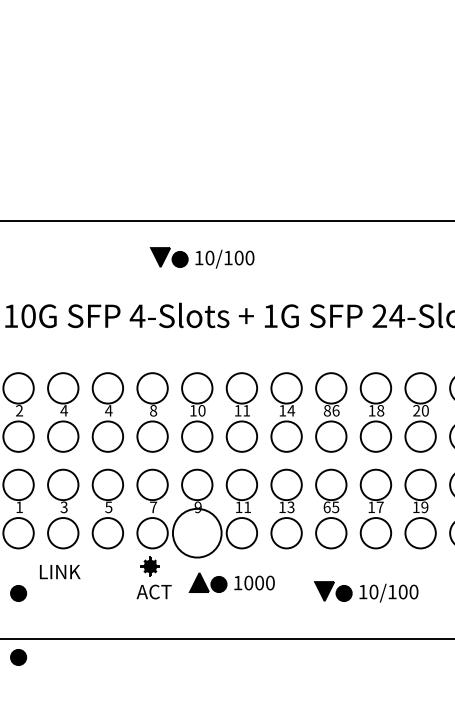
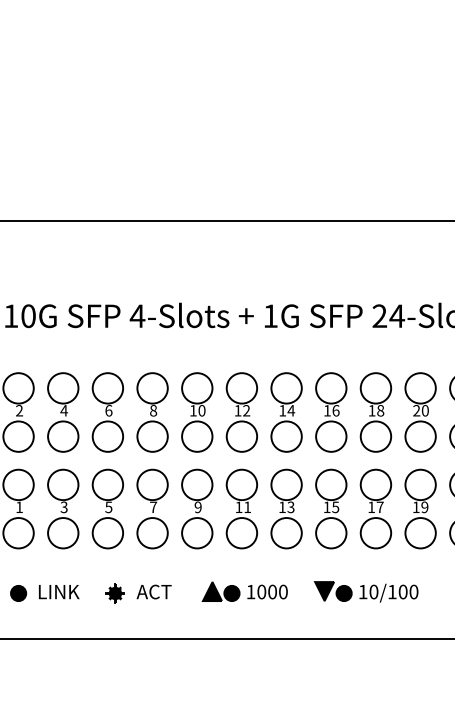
part at (201, 257): present -> none
text at (108, 410): 4 -> 6
text at (246, 410): 11 -> 12
text at (326, 410): 86 -> 16
text at (326, 507): 65 -> 15
circle at (196, 532) diameter: 49 px -> 30 px
part at (149, 566) position: (149, 566) -> (114, 593)
text at (60, 572) position: (60, 572) -> (59, 592)
part at (231, 582) position: (231, 582) -> (244, 591)
part at (18, 657): present -> none
